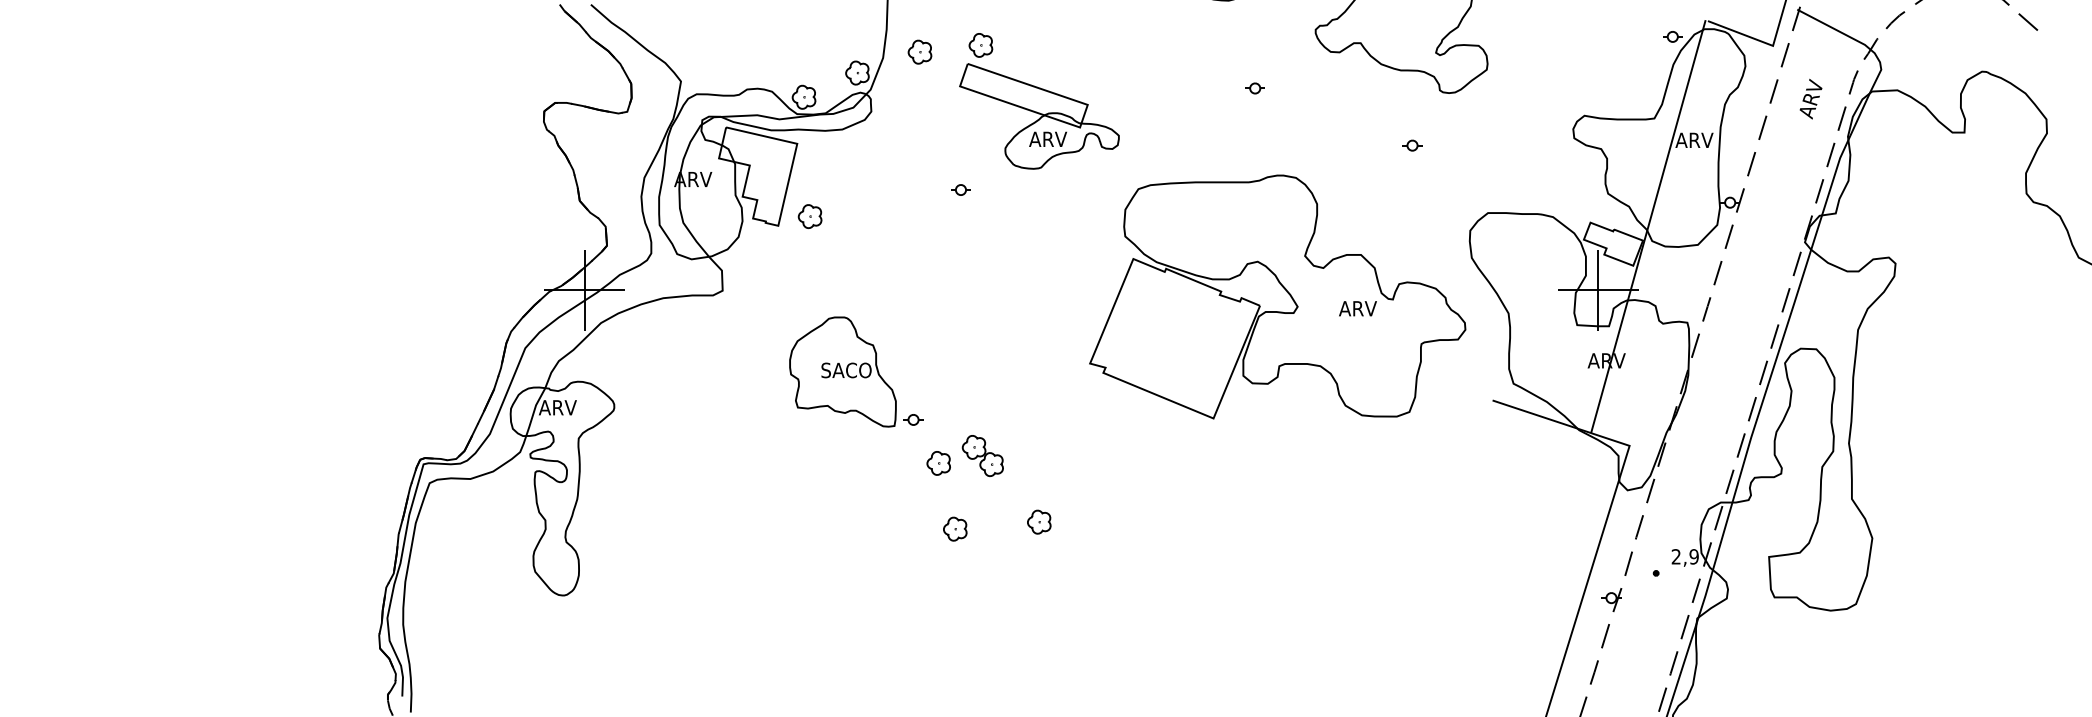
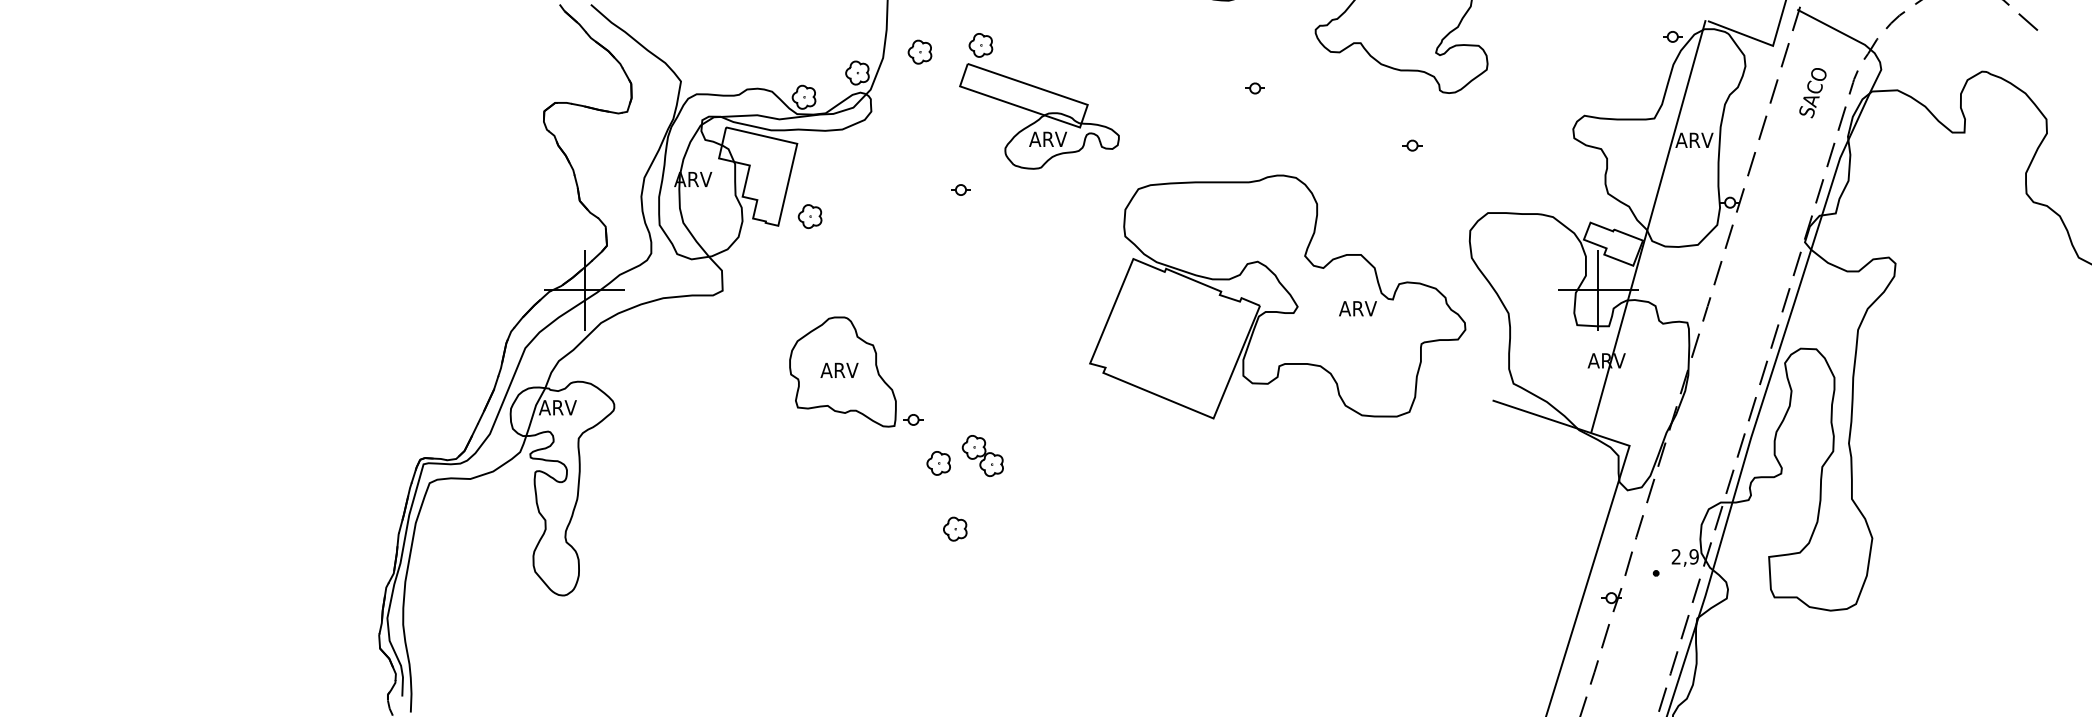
text at (1812, 93): ARV -> SACO
text at (845, 370): SACO -> ARV
part at (1039, 521): present -> none
